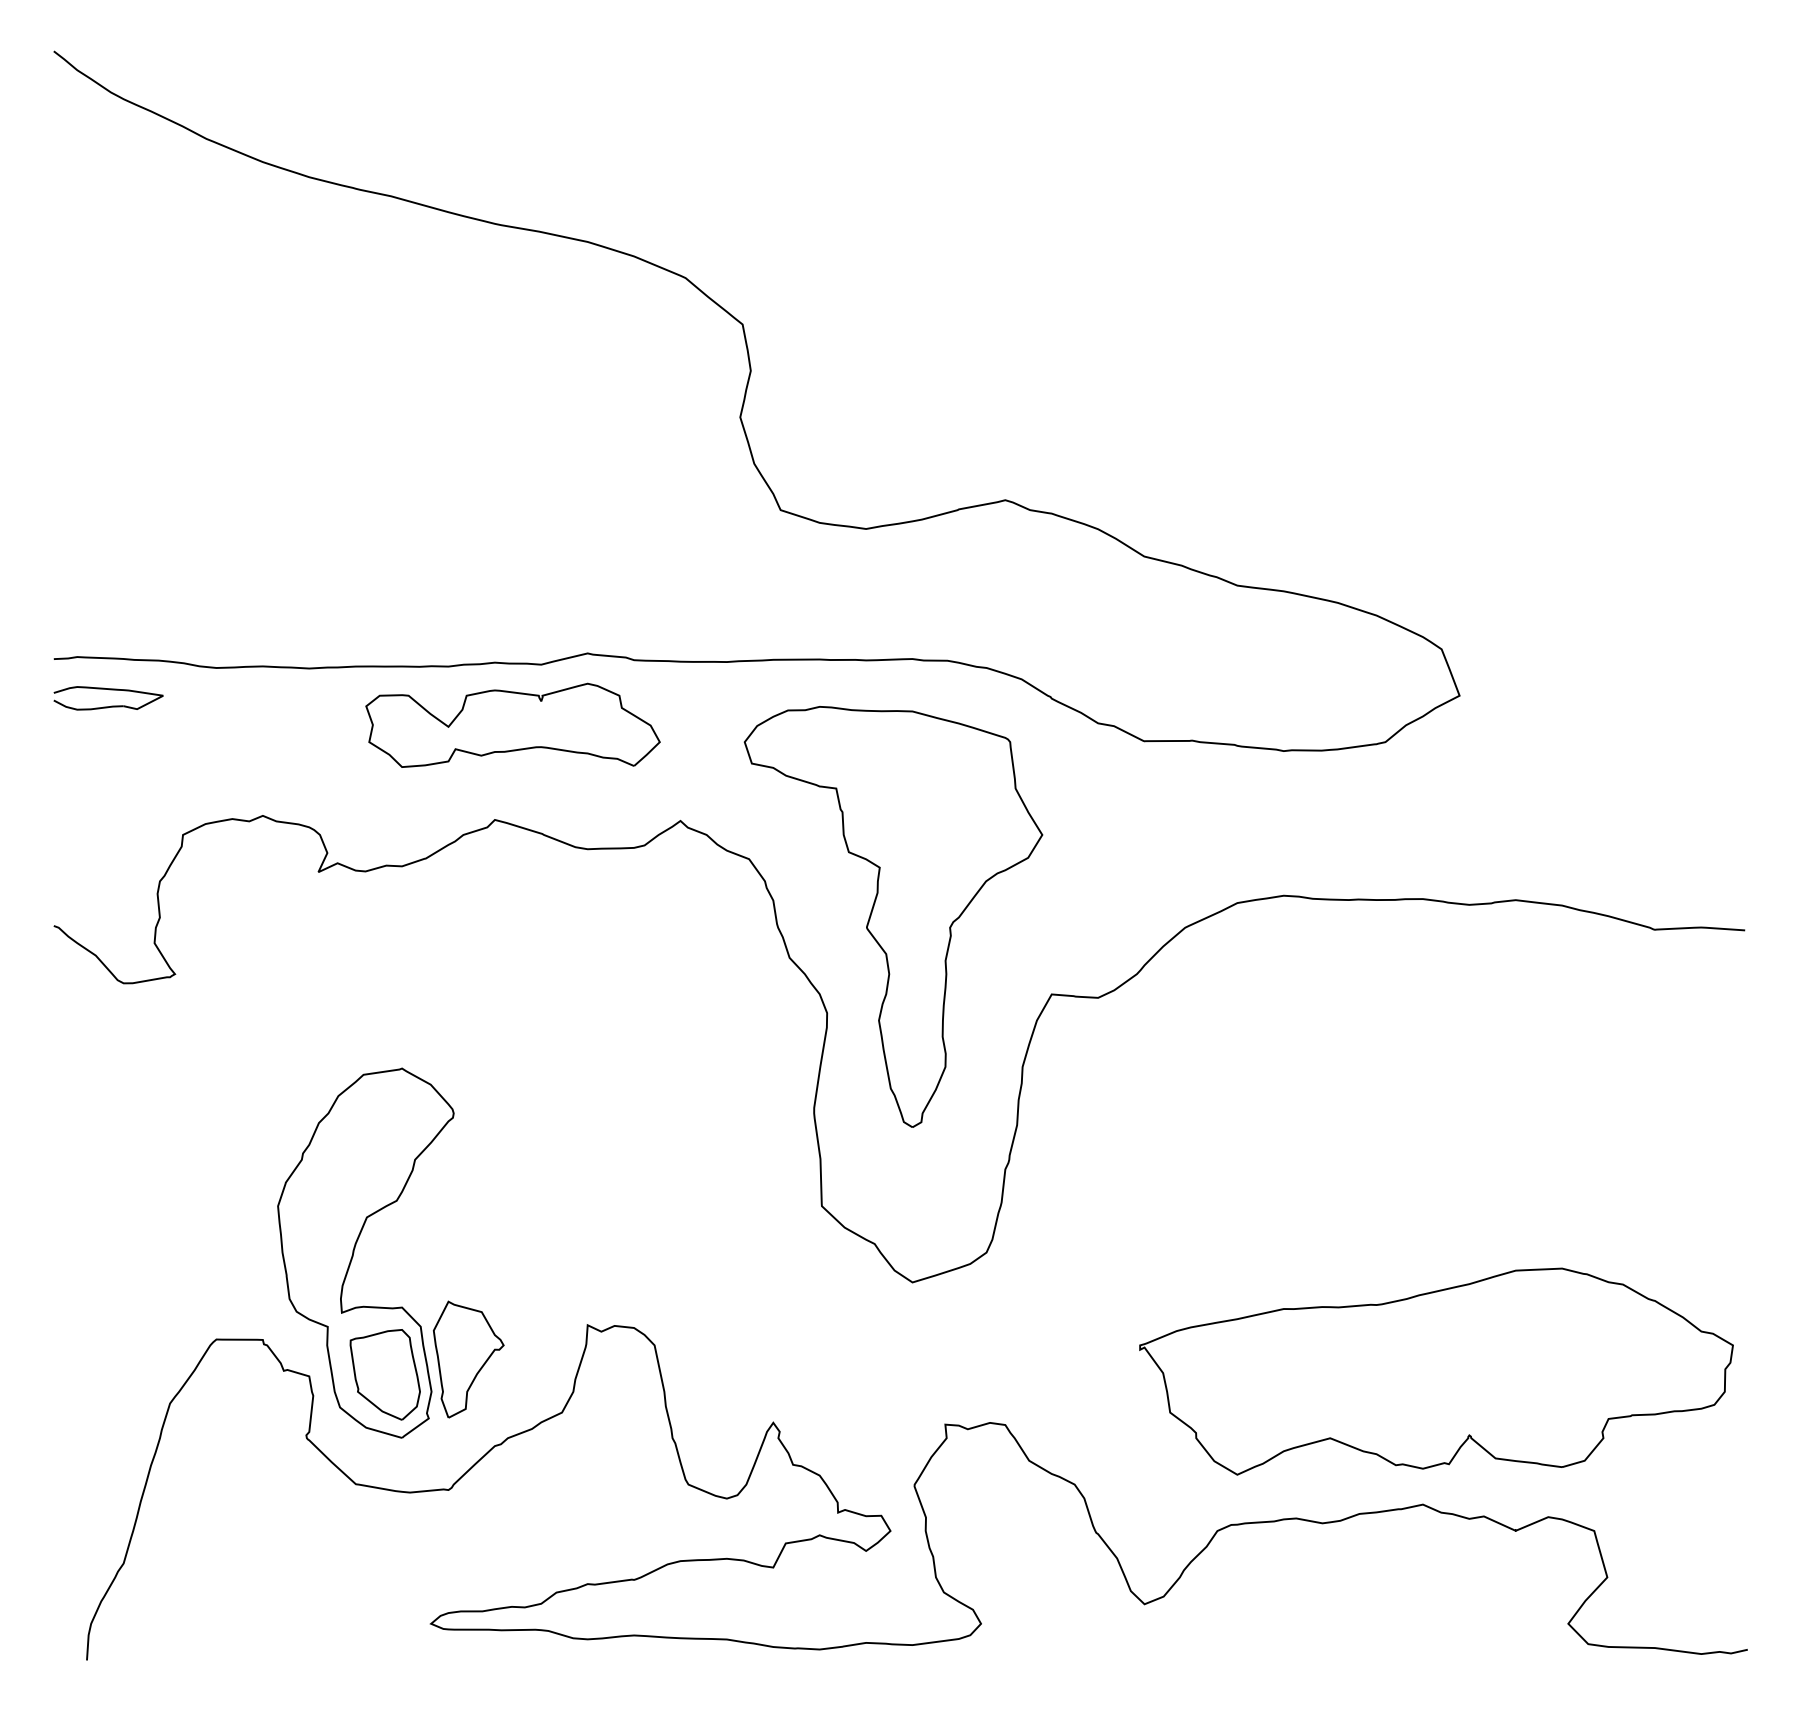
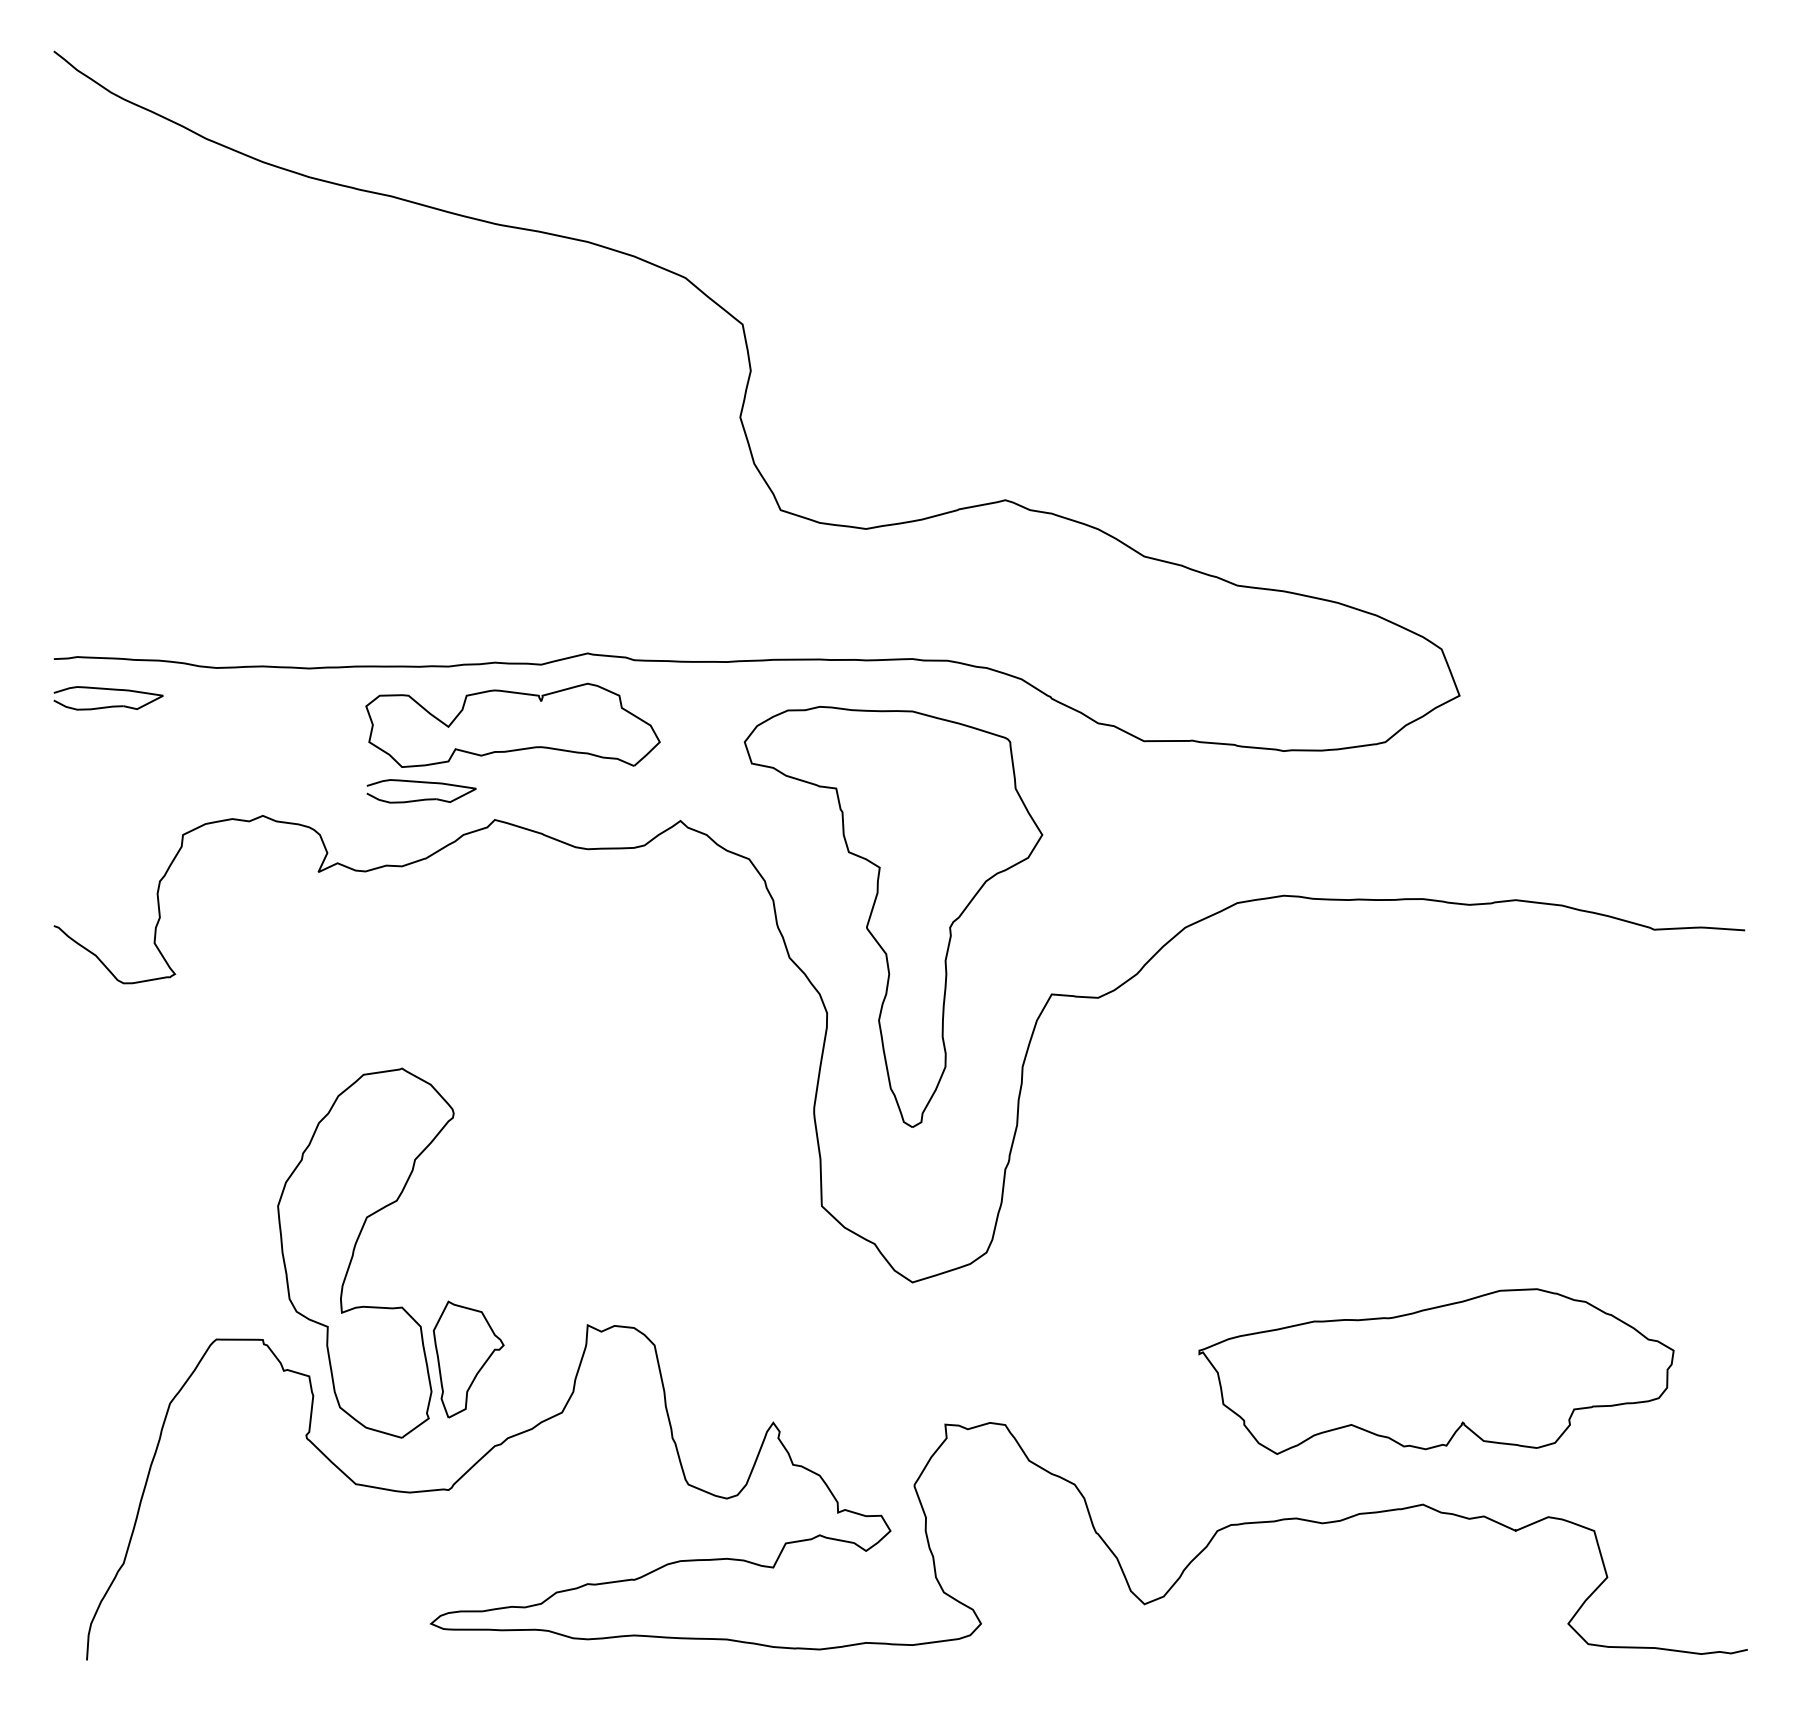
part at (424, 798): none -> present
part at (1436, 1371) size: 595x209 px -> 477x167 px
part at (384, 1374): present -> none
